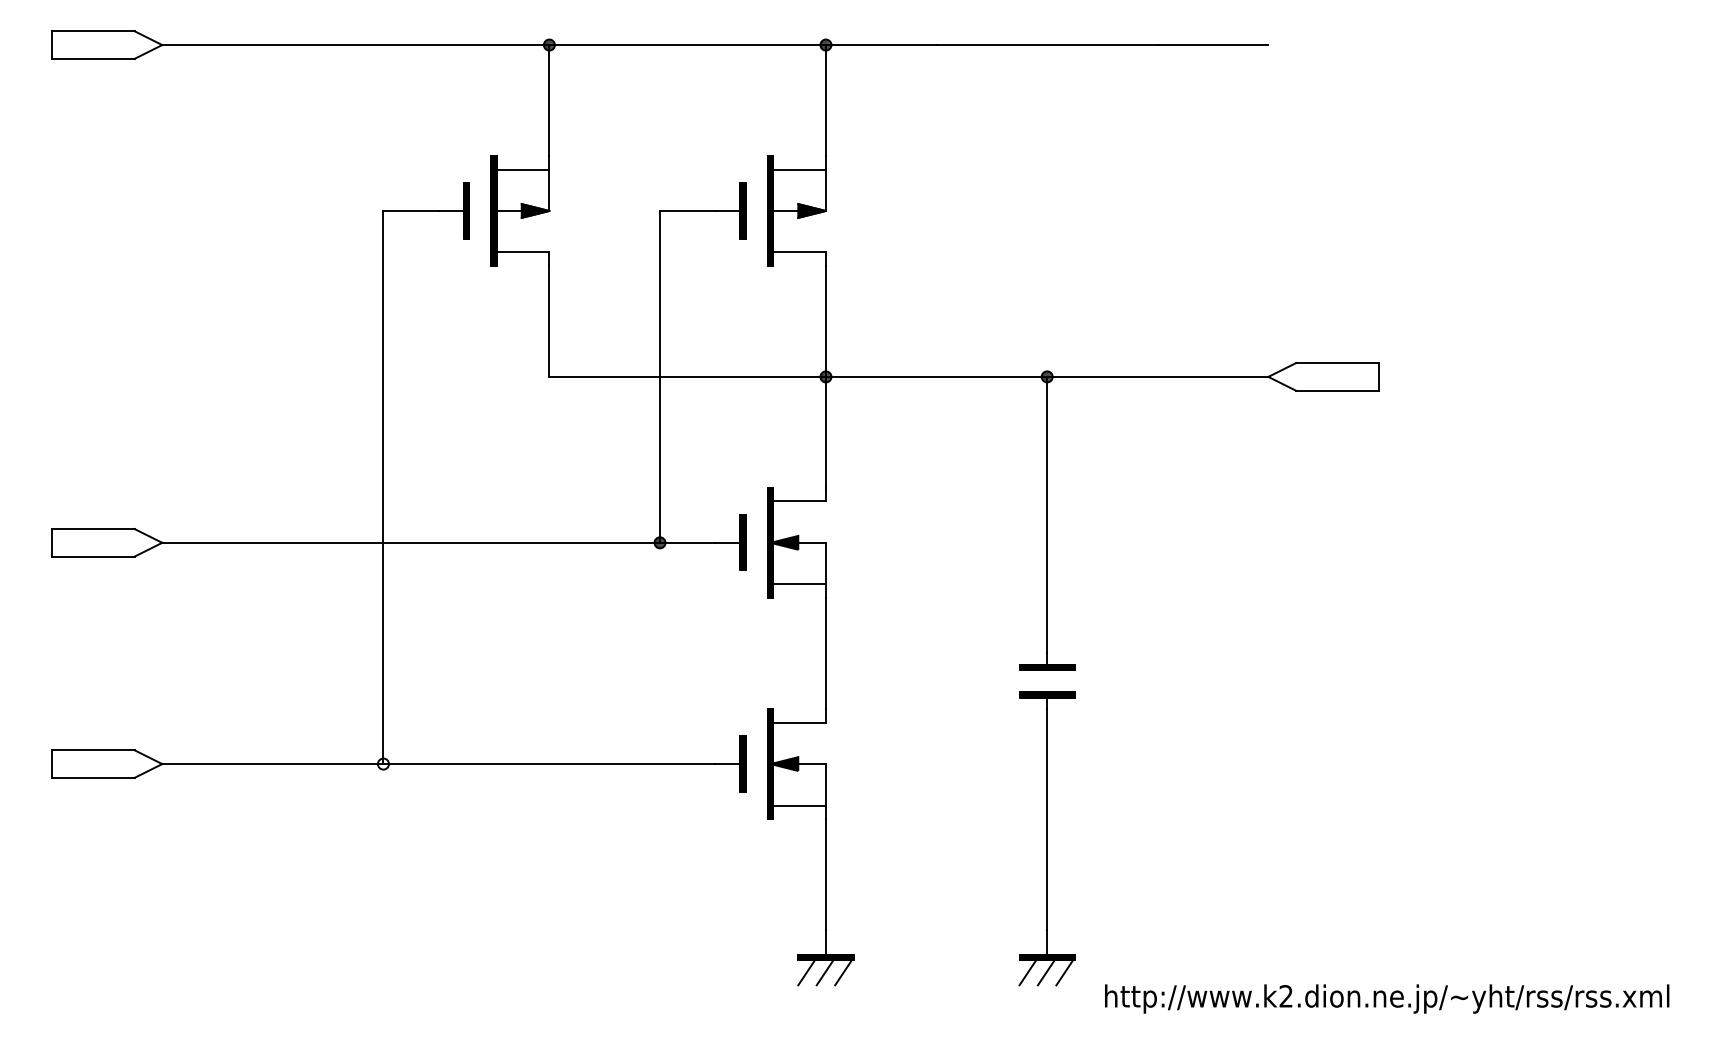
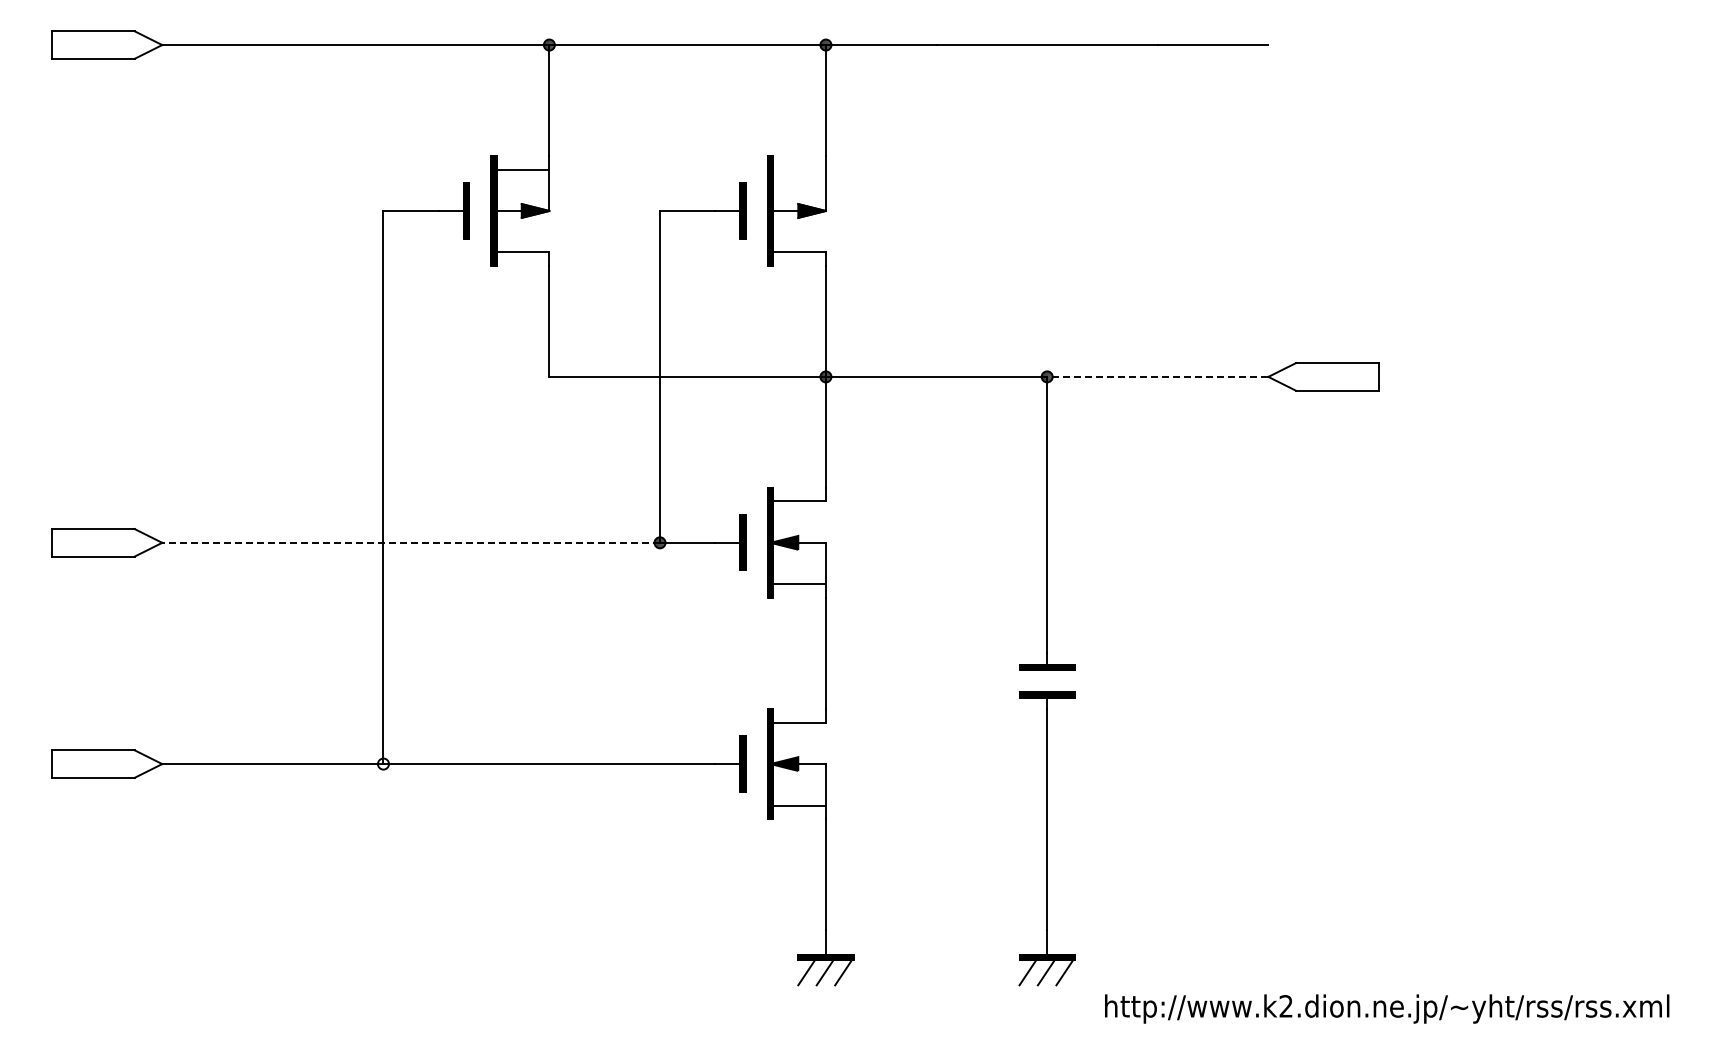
line at (797, 169): present -> none
line at (1157, 376): solid -> dashed
line at (411, 542): solid -> dashed
text at (1387, 998) position: (1387, 998) -> (1387, 1008)
